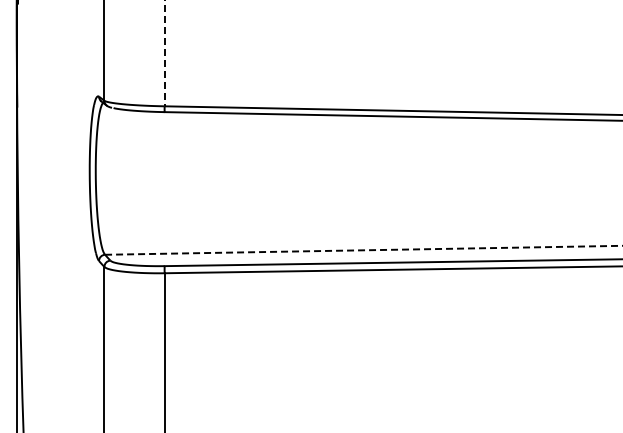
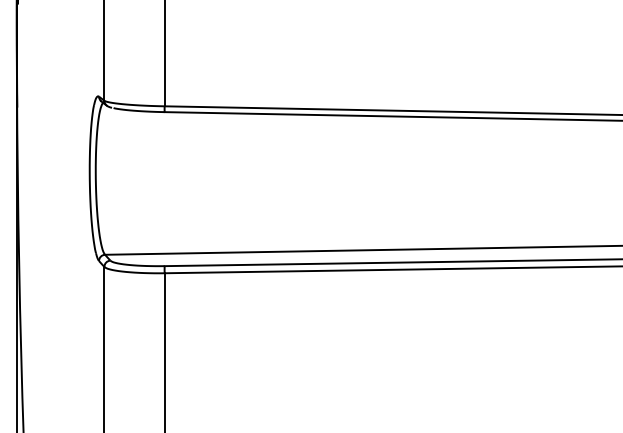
line at (164, 53): dashed -> solid
line at (363, 250): dashed -> solid
